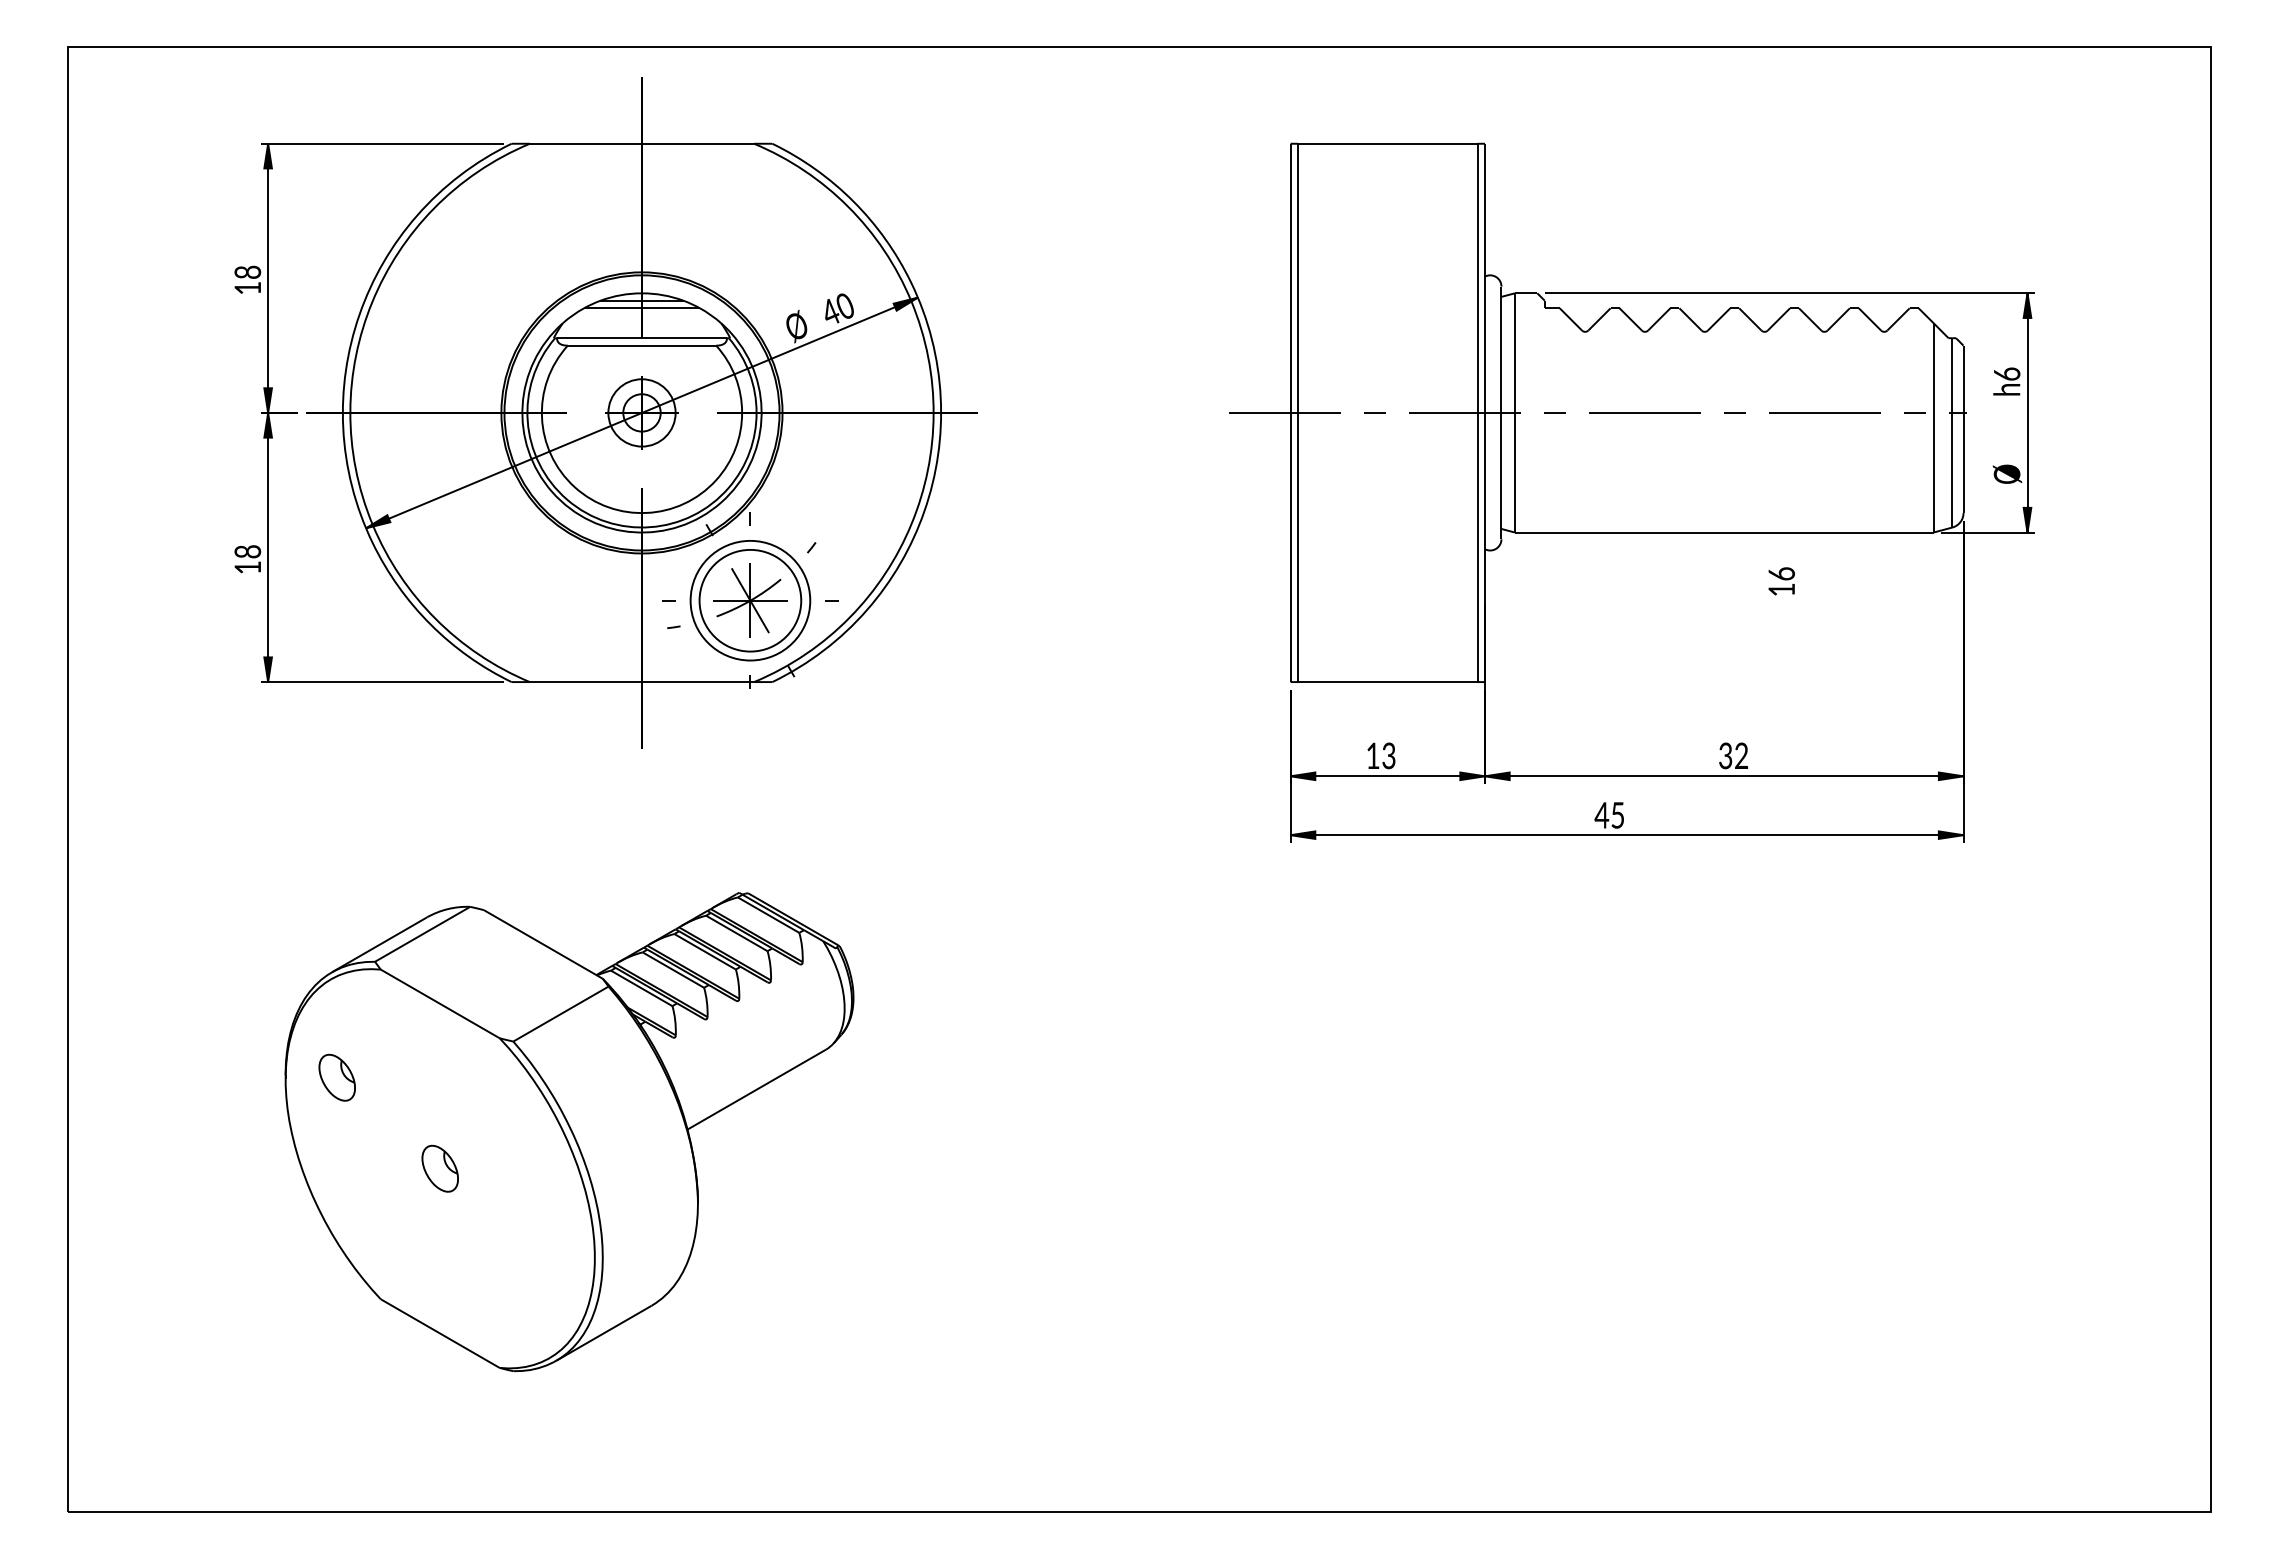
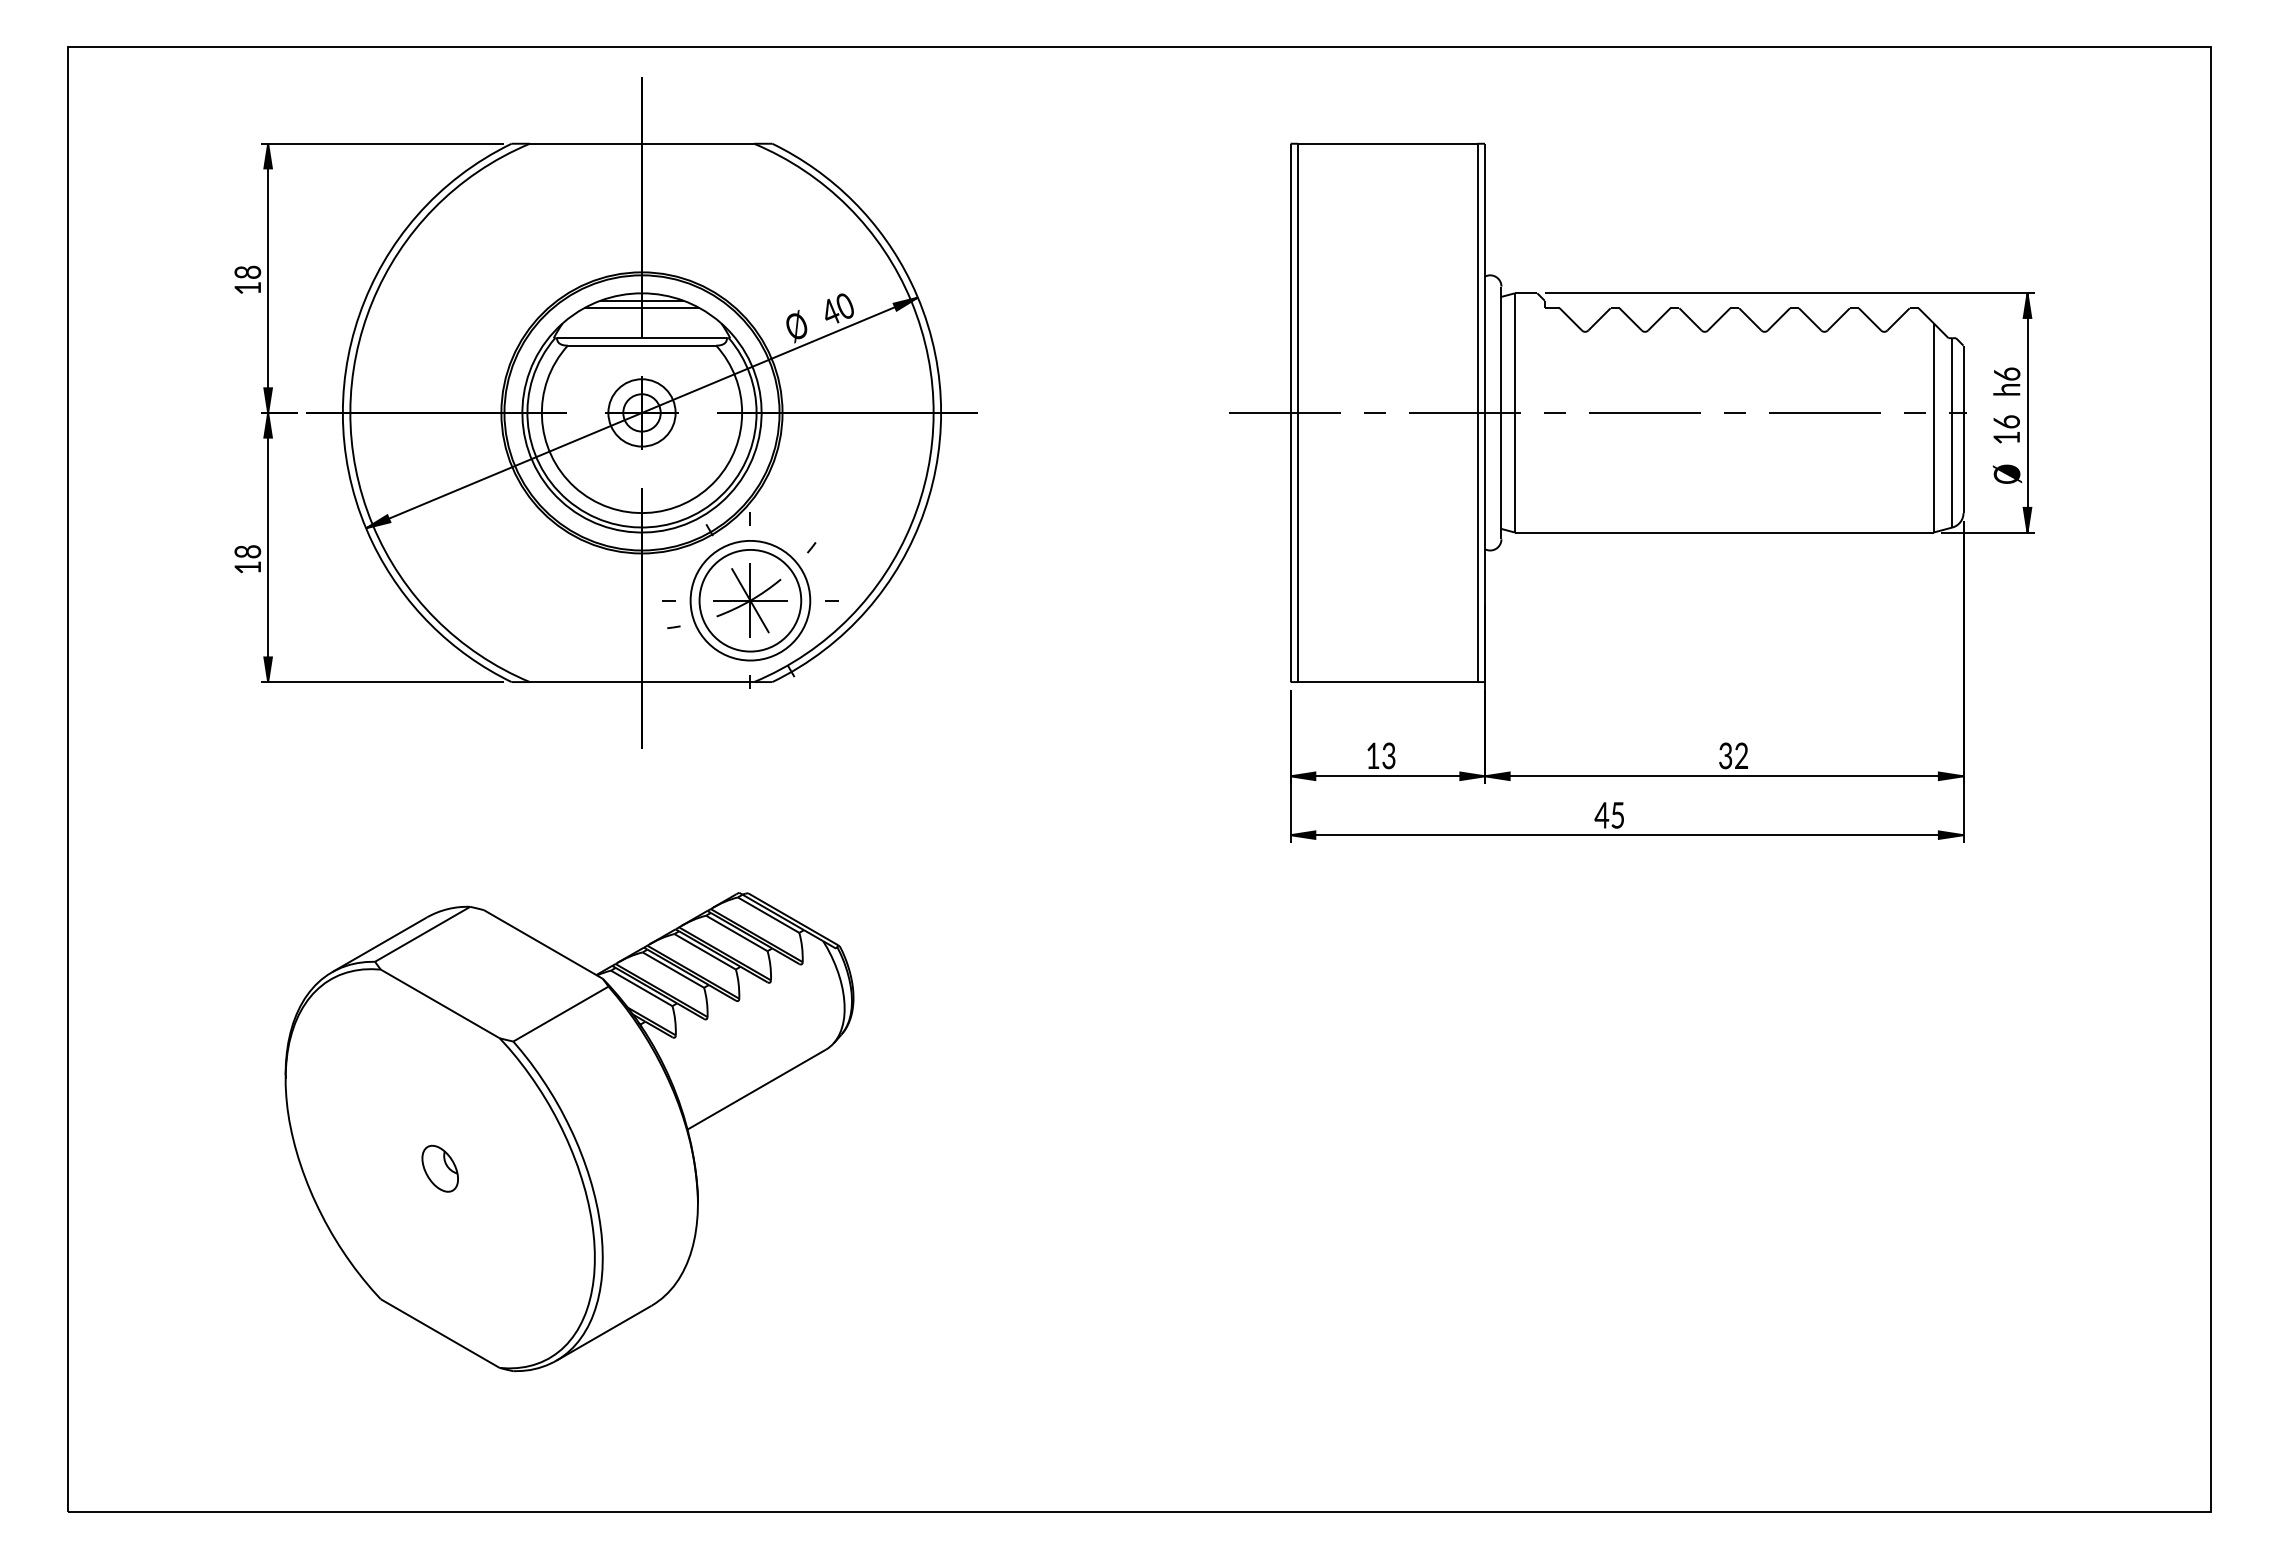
text at (1781, 581) position: (1781, 581) -> (2006, 429)
part at (336, 1077): present -> none
